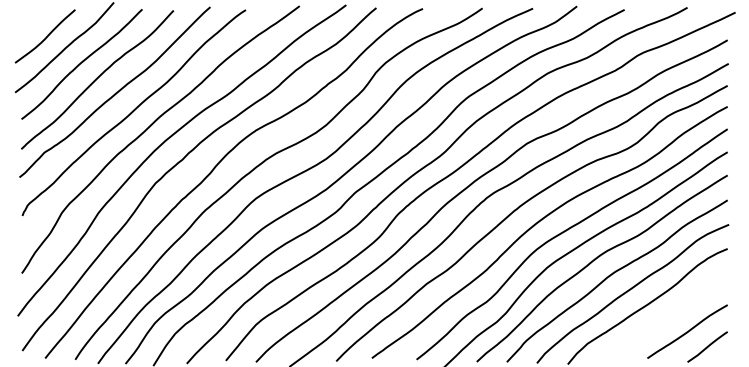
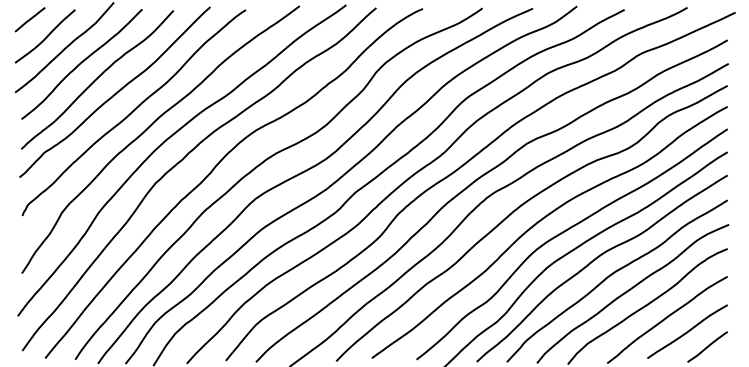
line at (29, 19): none -> present
curve at (667, 318): none -> present
